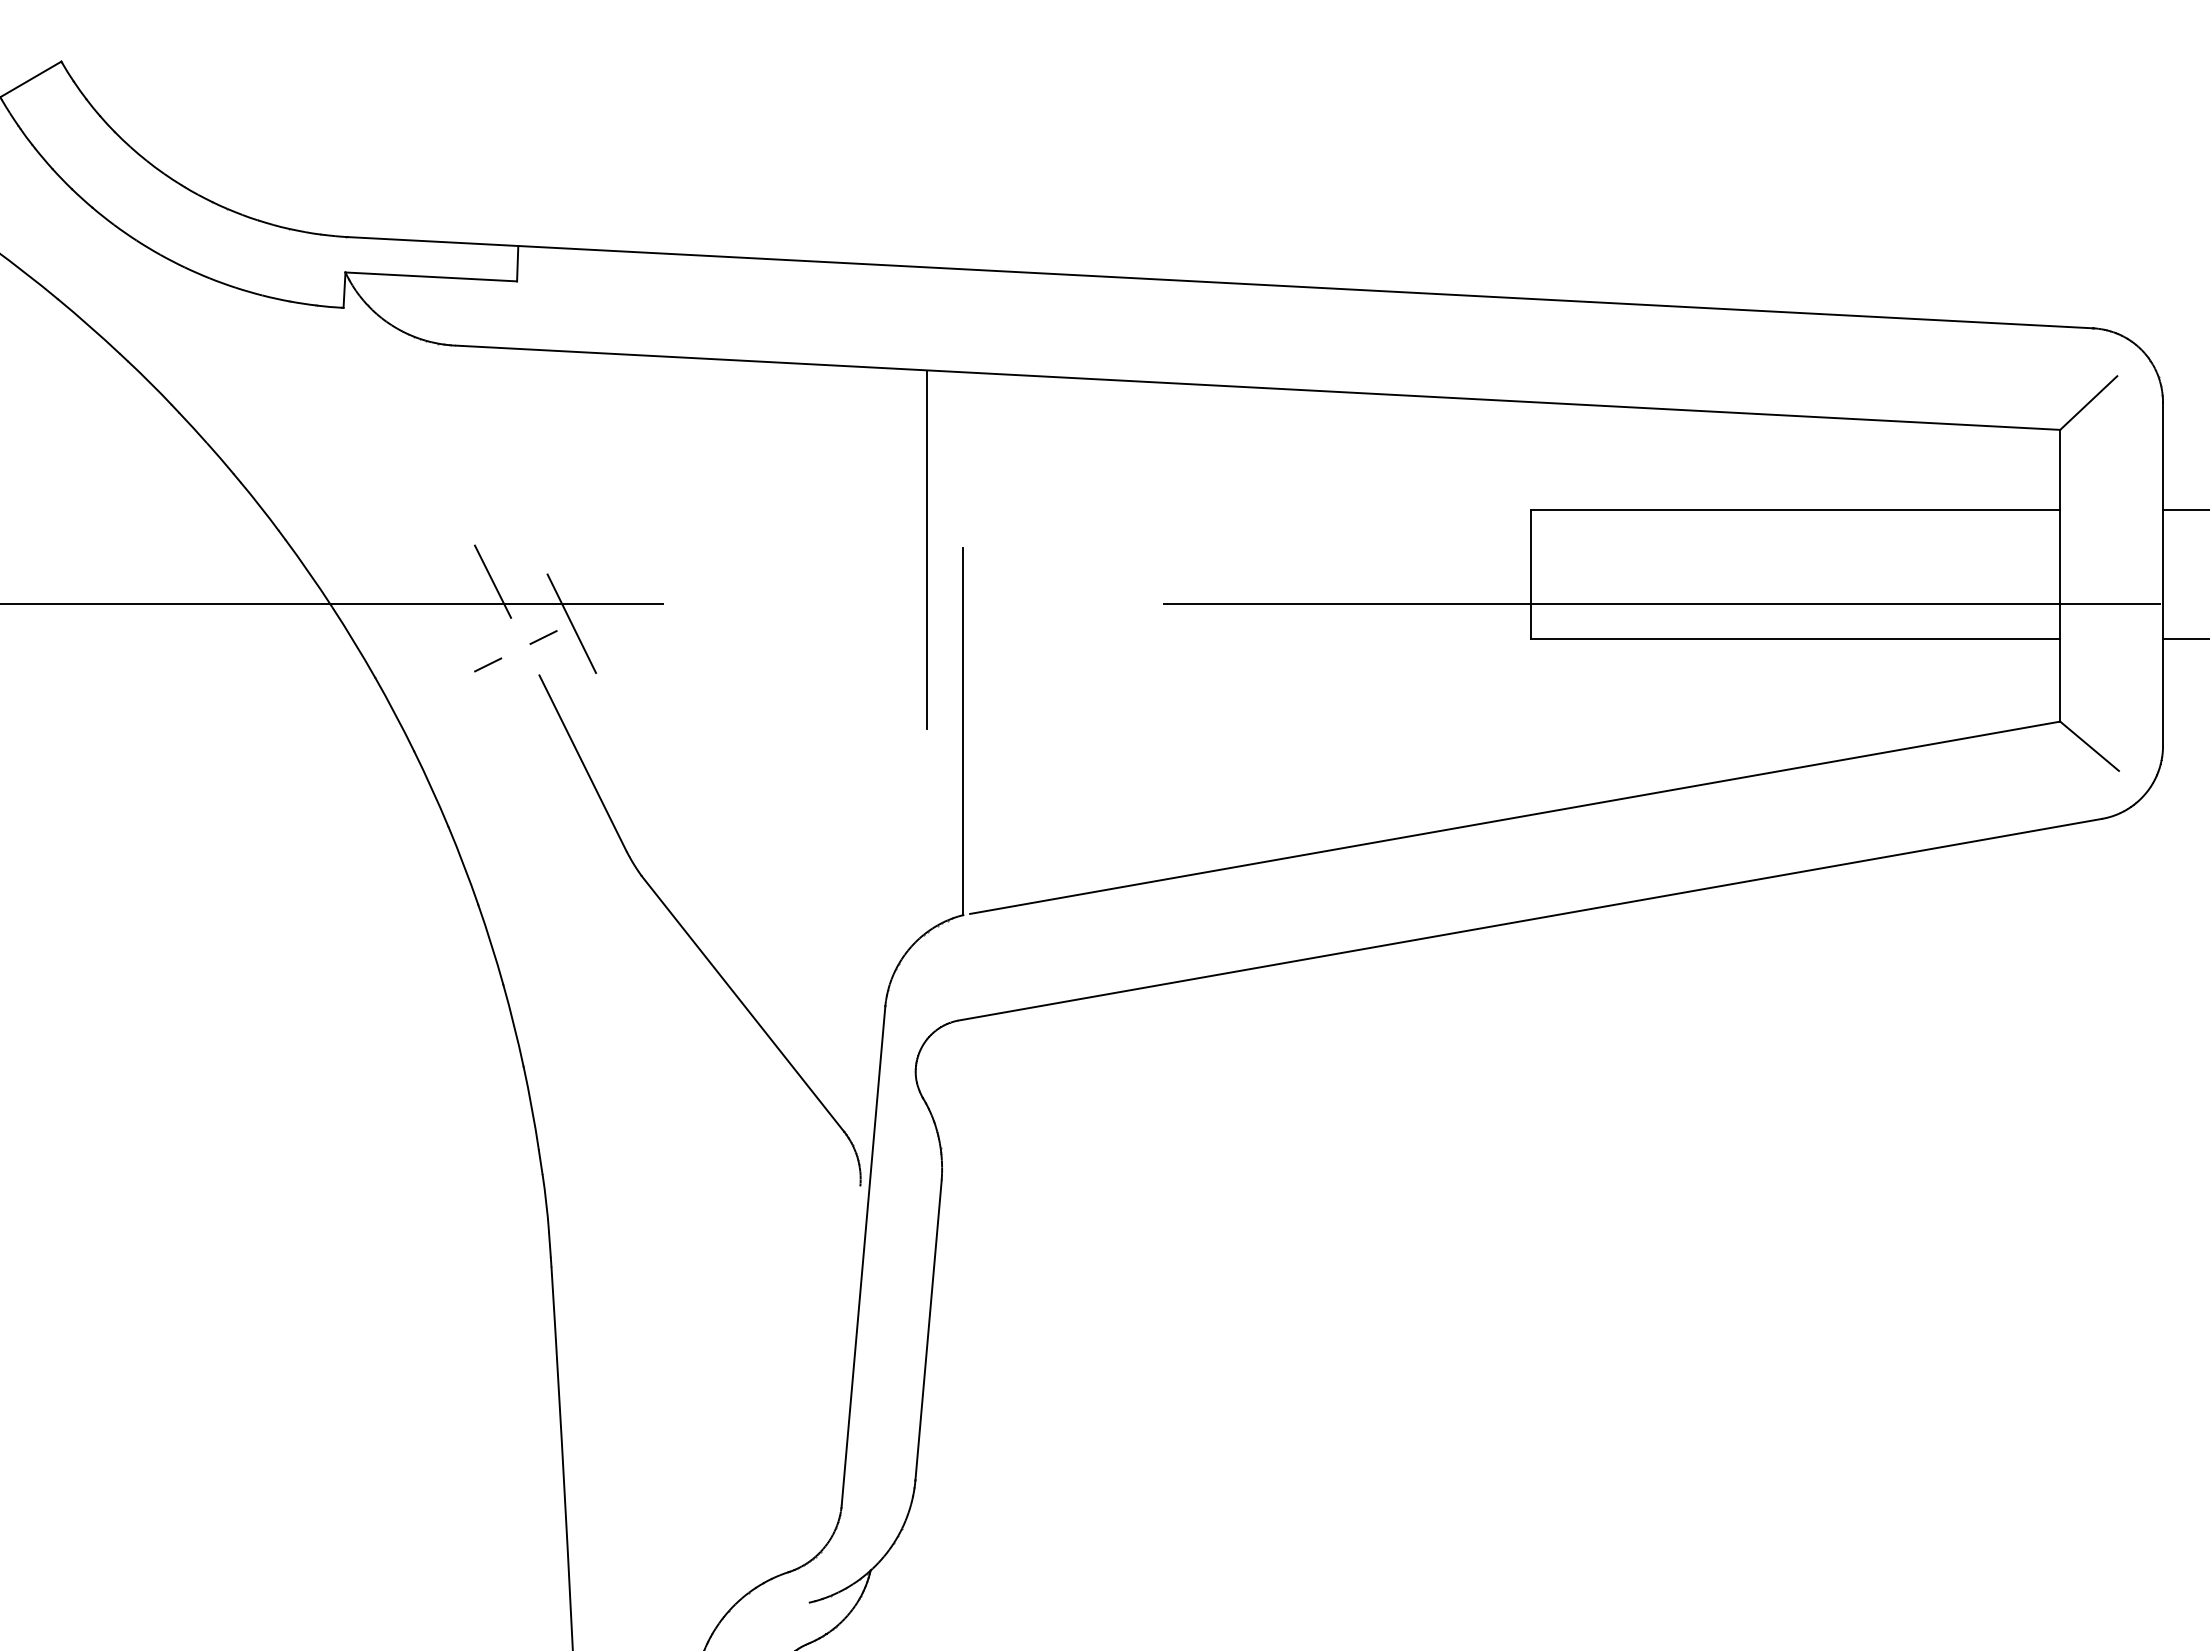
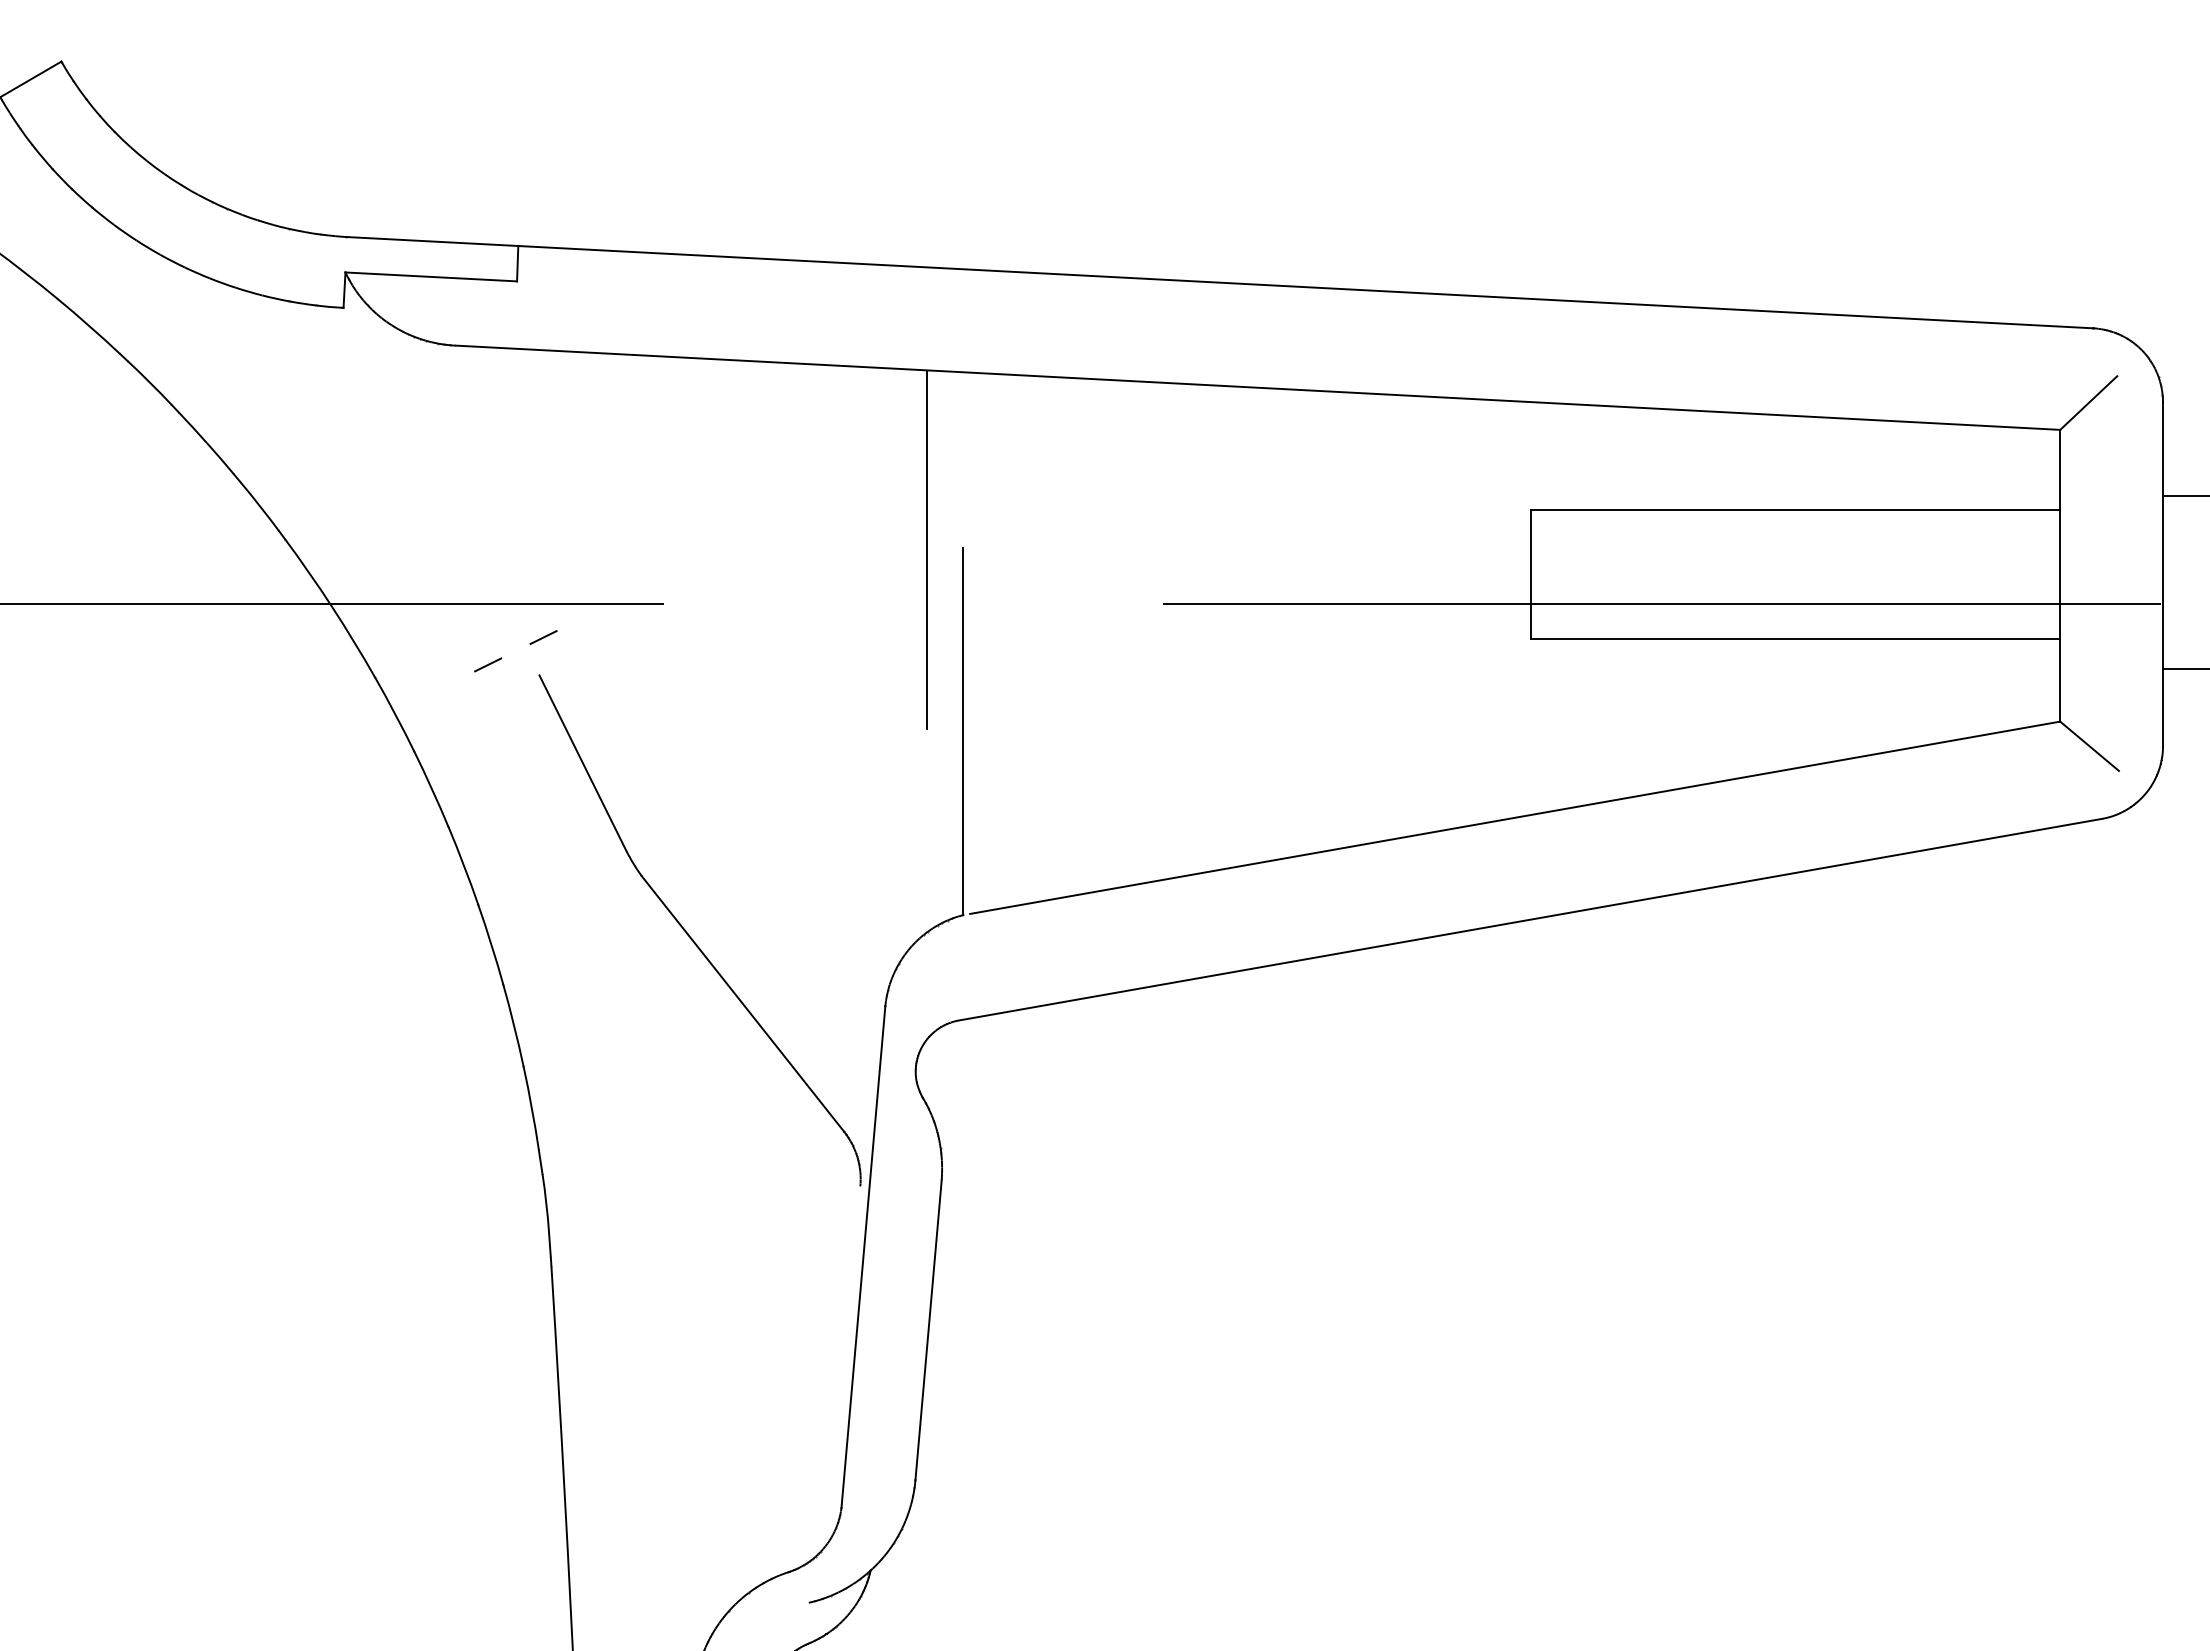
line at (2184, 510) position: (2184, 510) -> (2184, 496)
line at (492, 581): present -> none
line at (571, 623): present -> none
line at (2184, 638) position: (2184, 638) -> (2184, 668)
